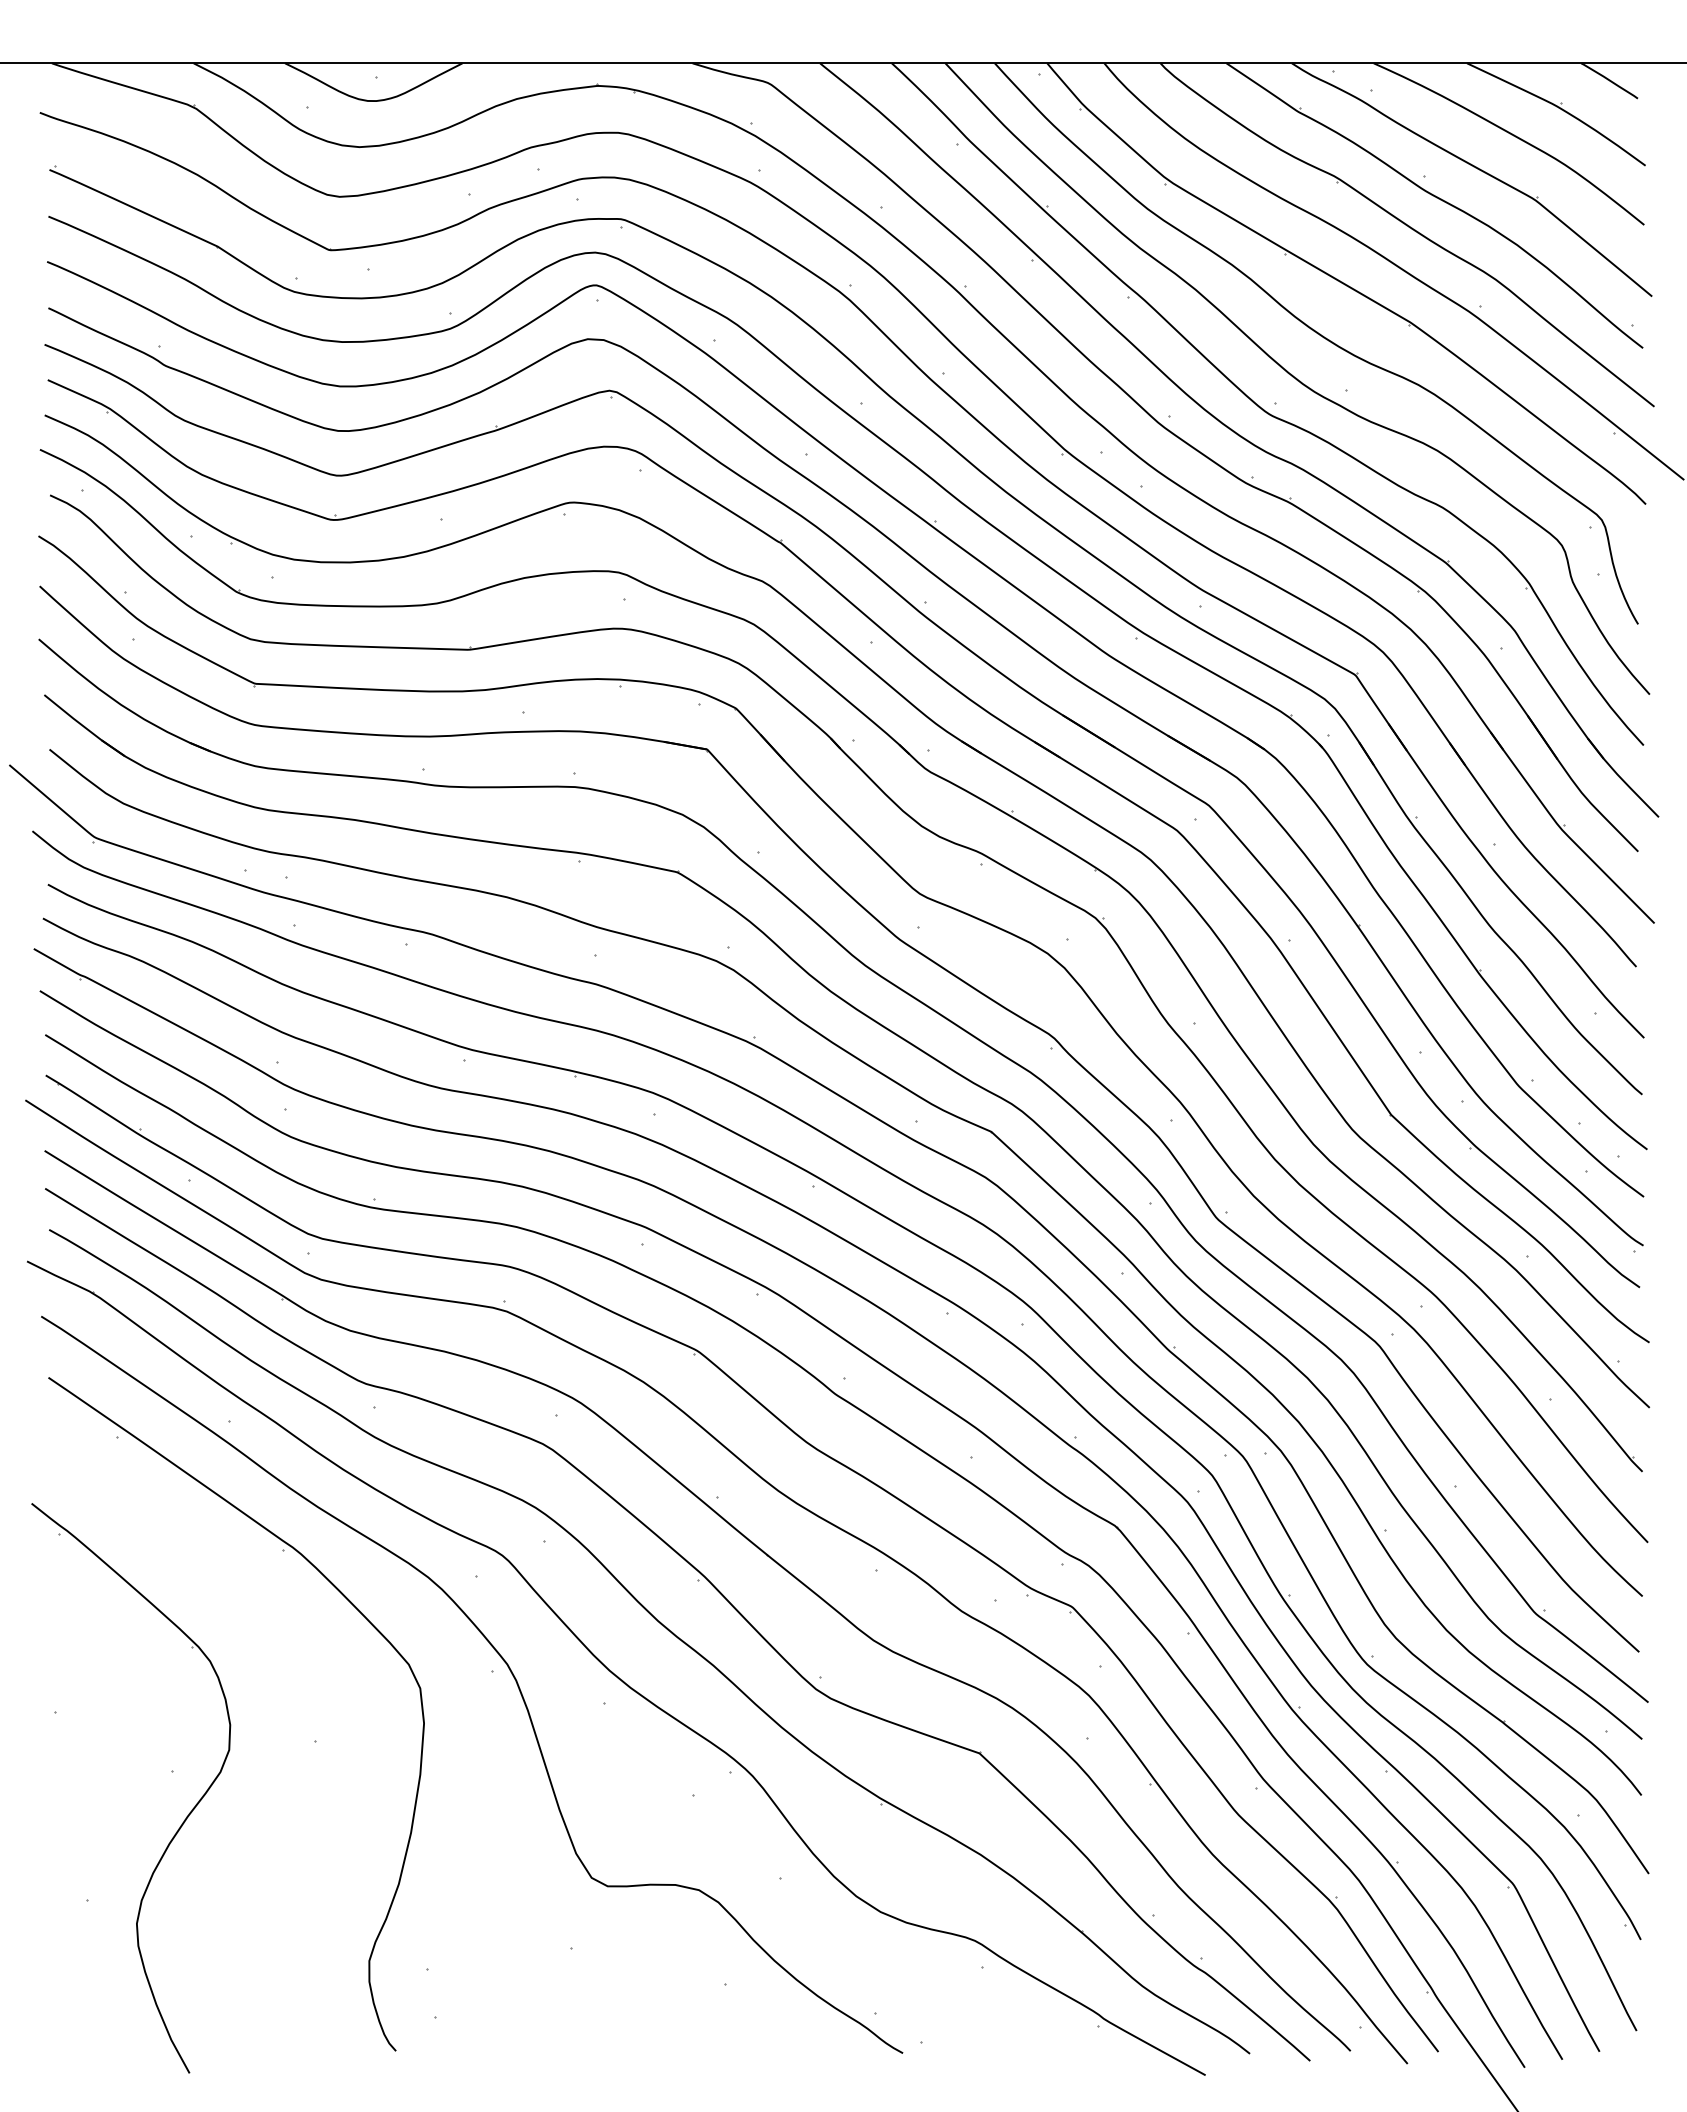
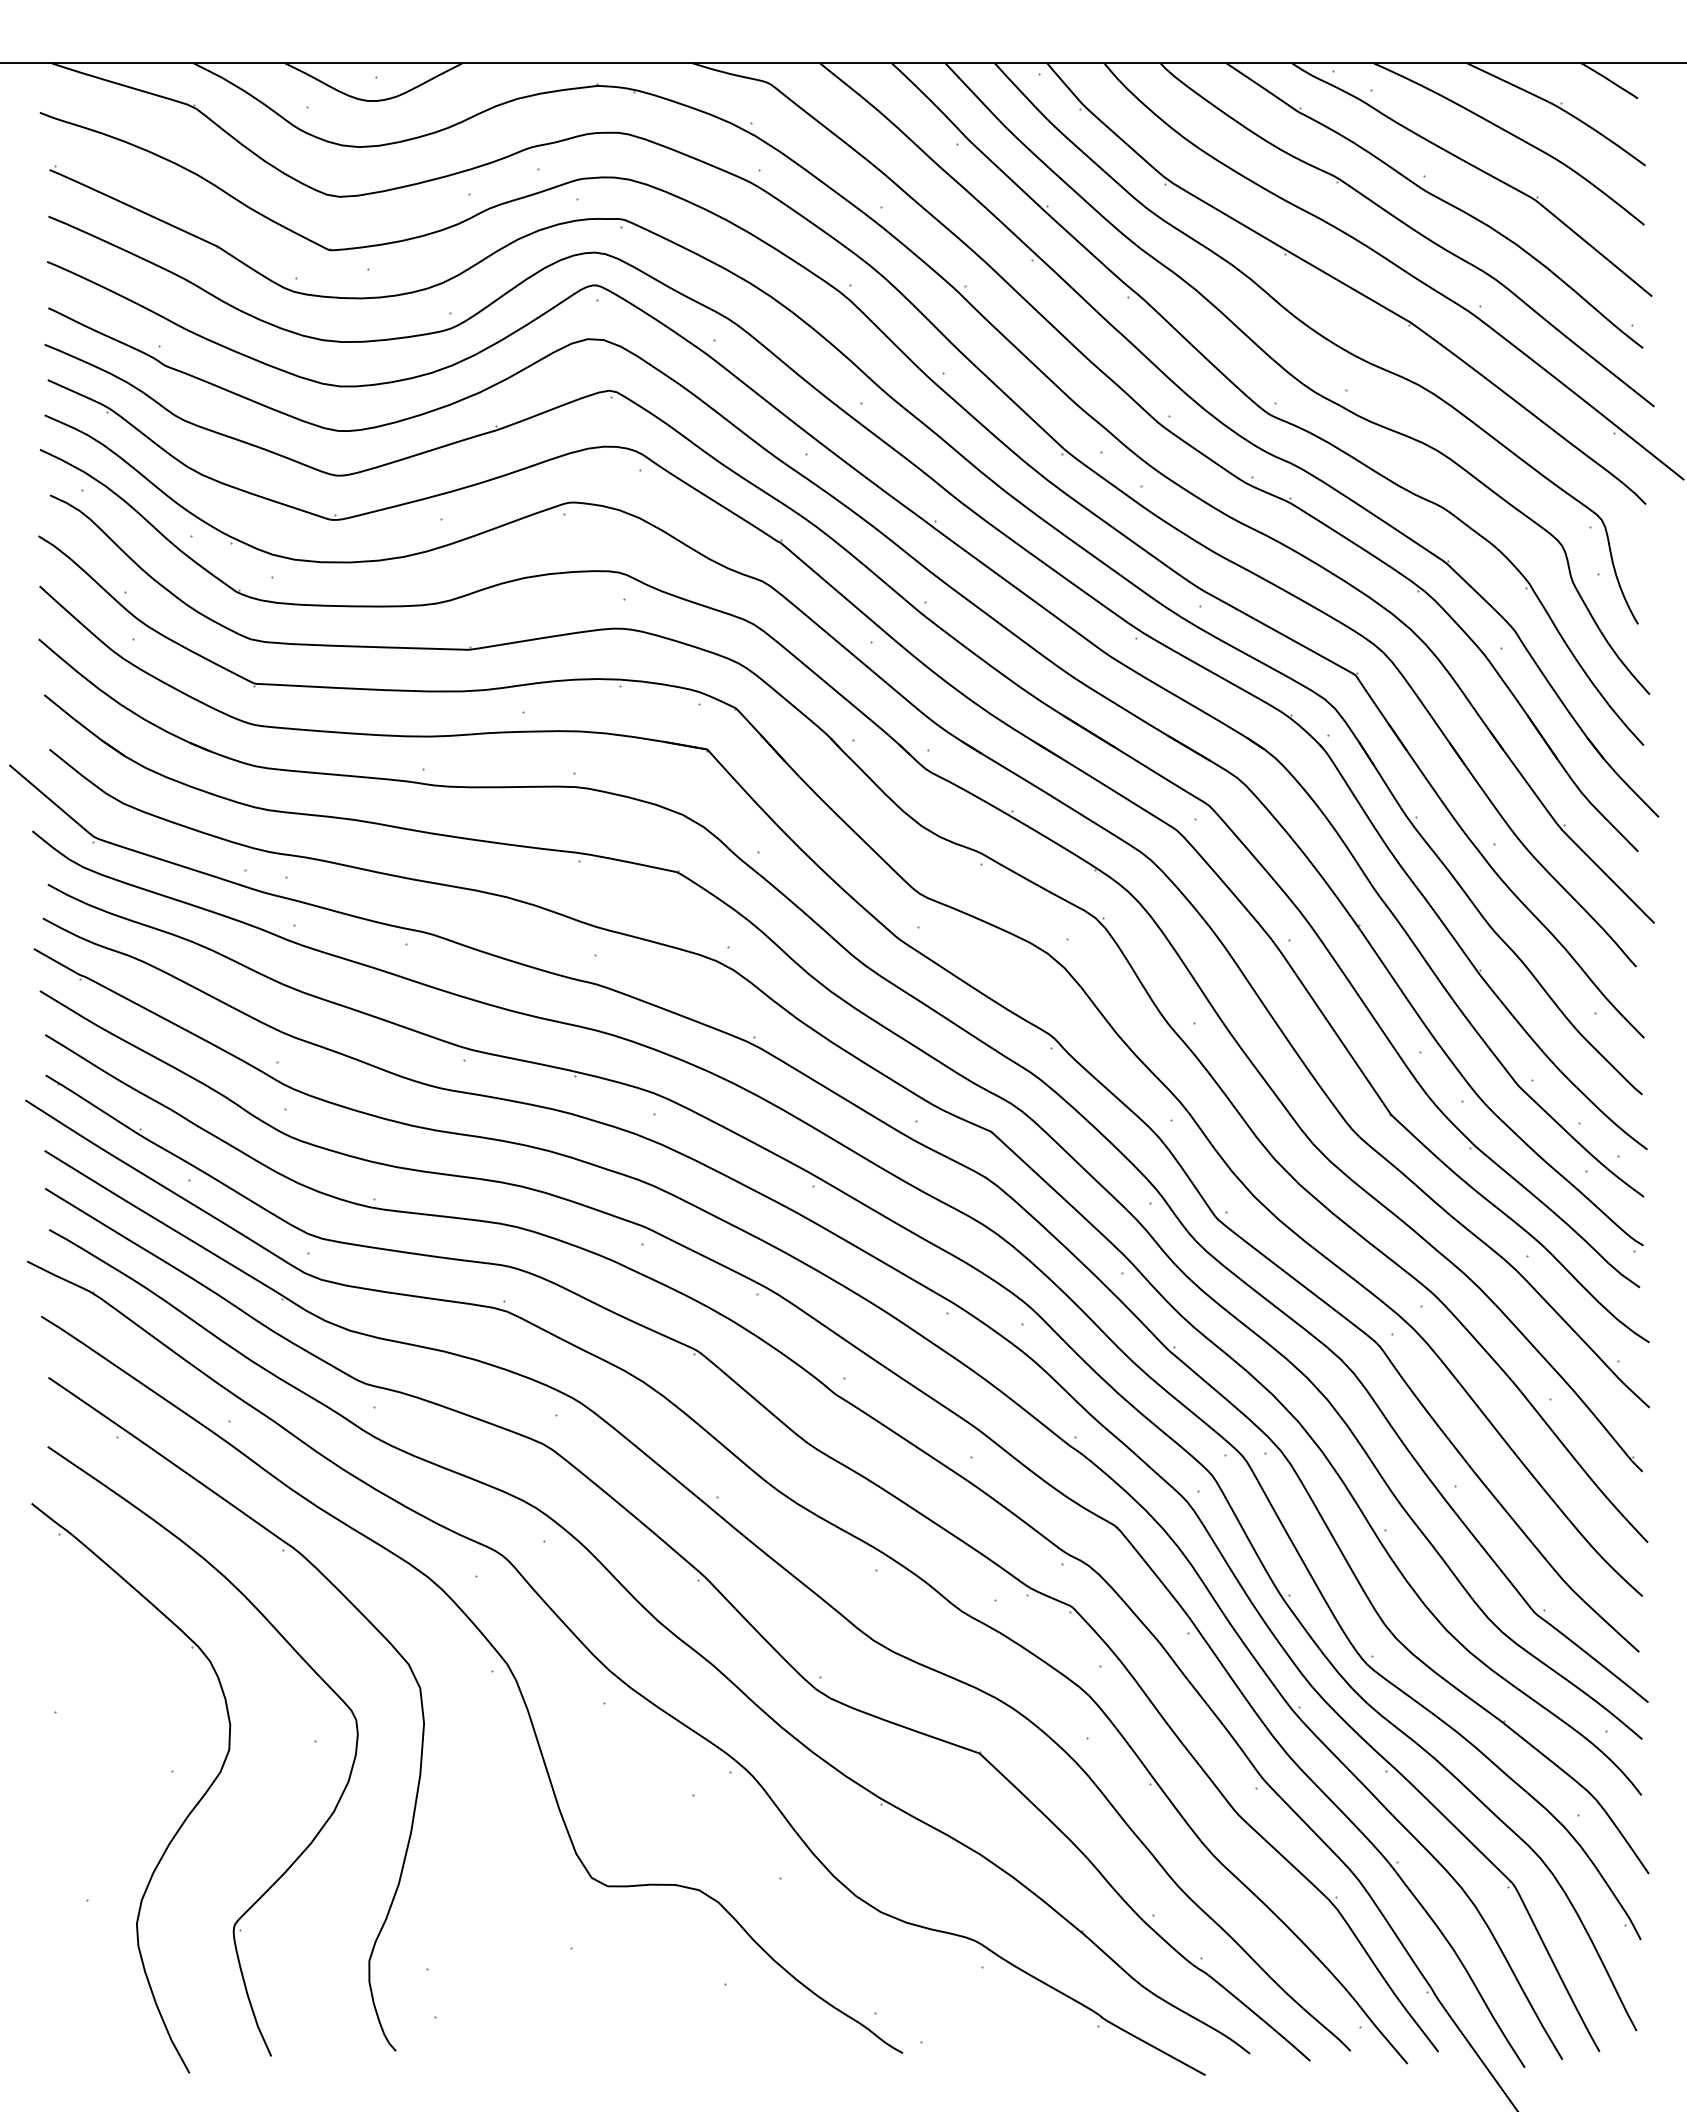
part at (306, 1664): none -> present
